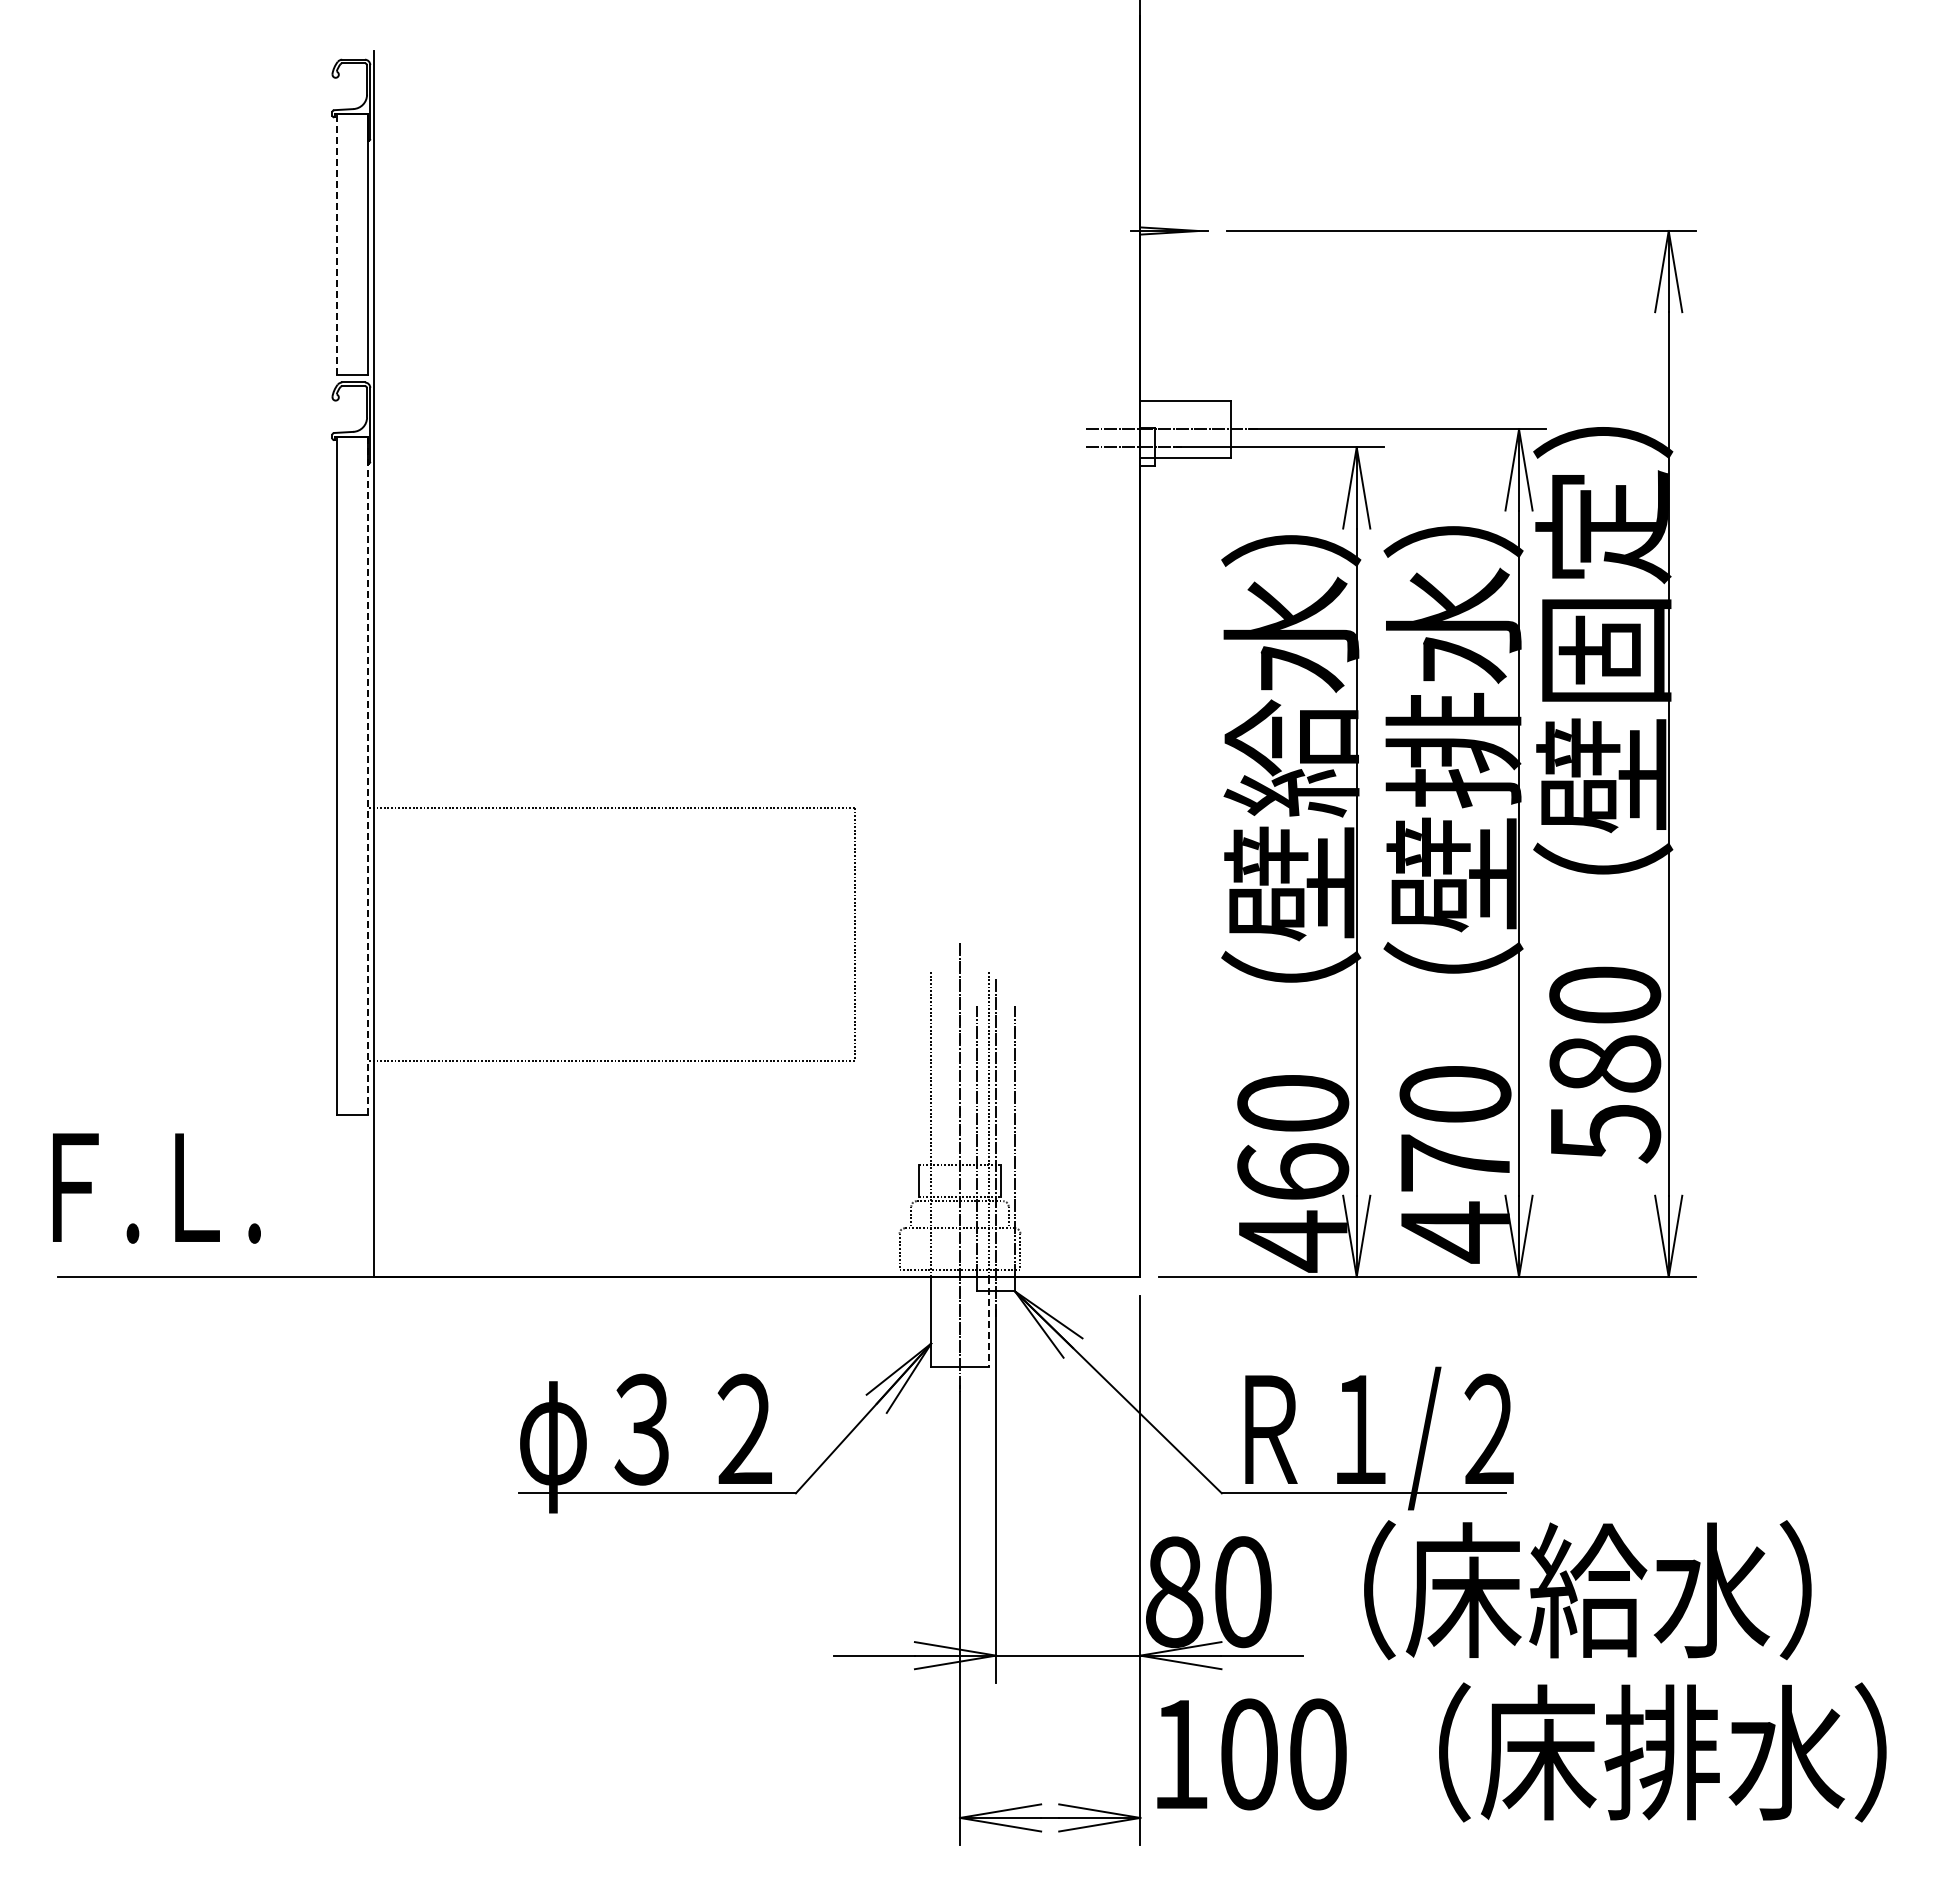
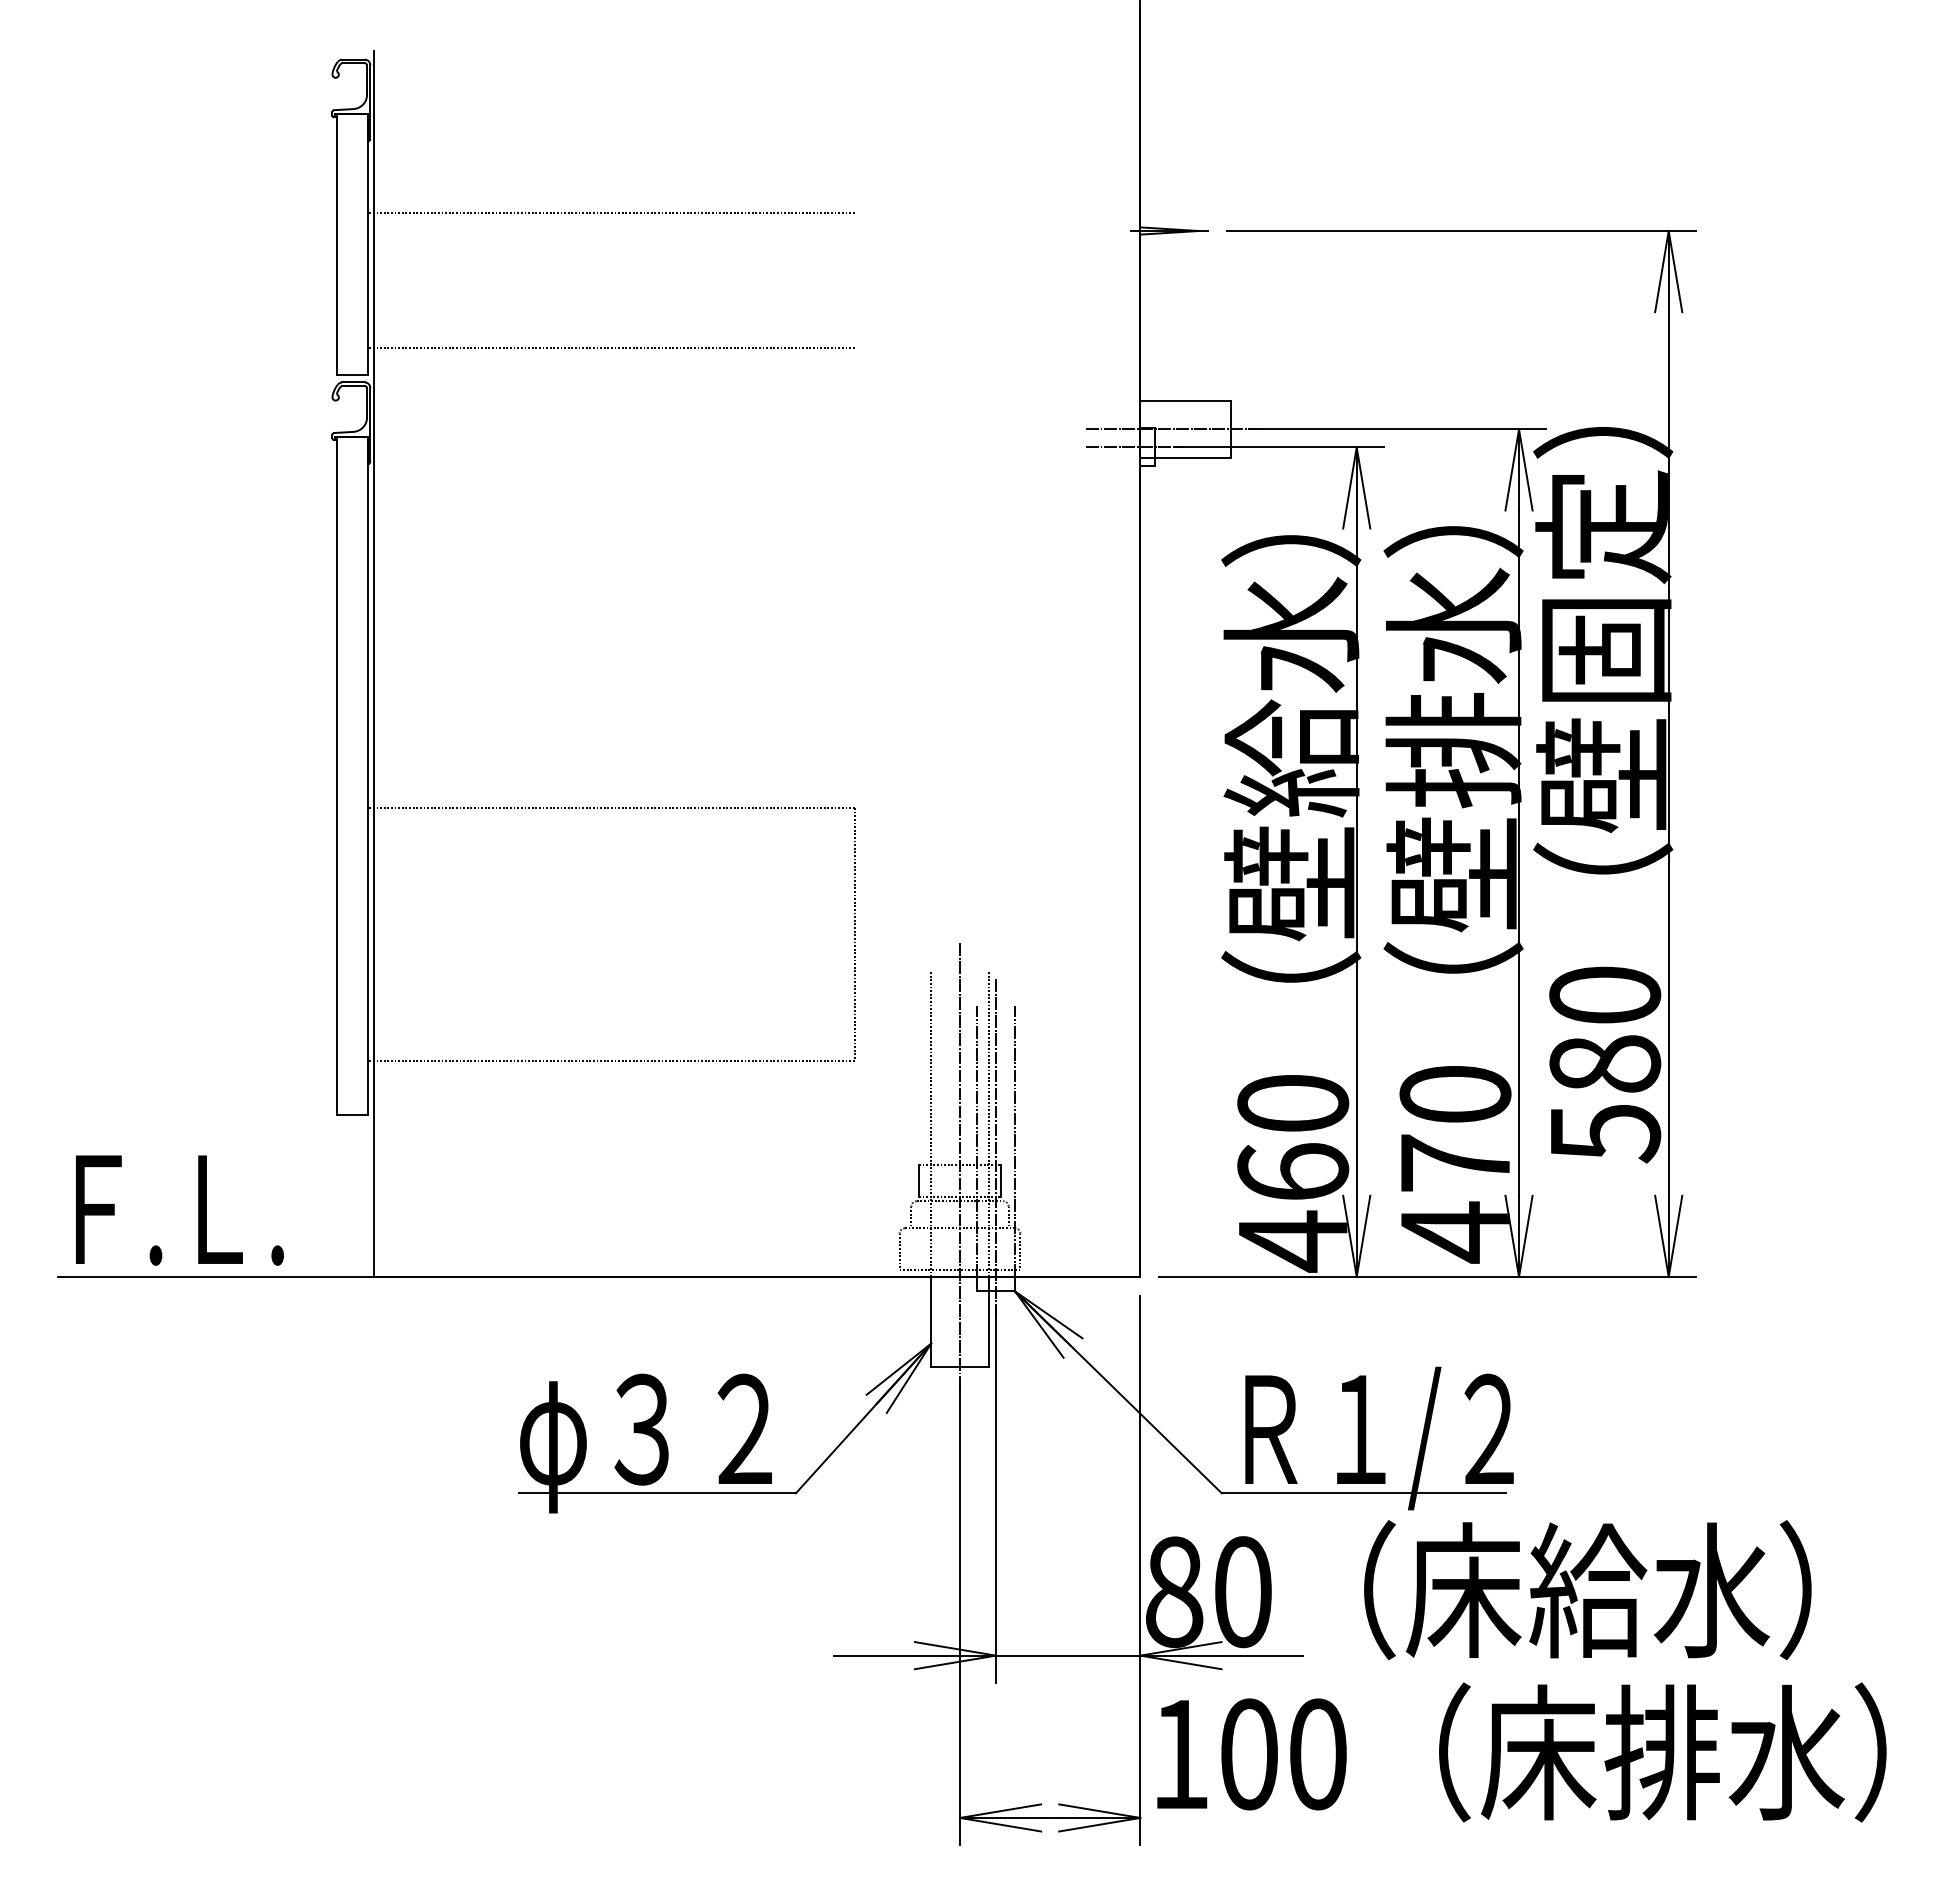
line at (610, 212): none -> present
line at (336, 244): dashed -> solid
line at (610, 348): none -> present
line at (367, 775): dashed -> solid
text at (156, 1188) position: (156, 1188) -> (179, 1210)
line at (988, 1322): dashed -> solid
